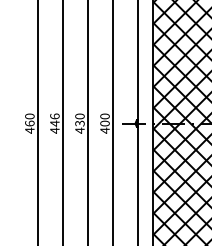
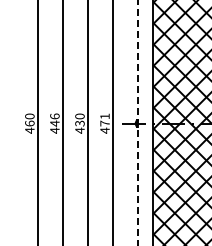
text at (104, 119): 400 -> 471
line at (137, 123): solid -> dashed
